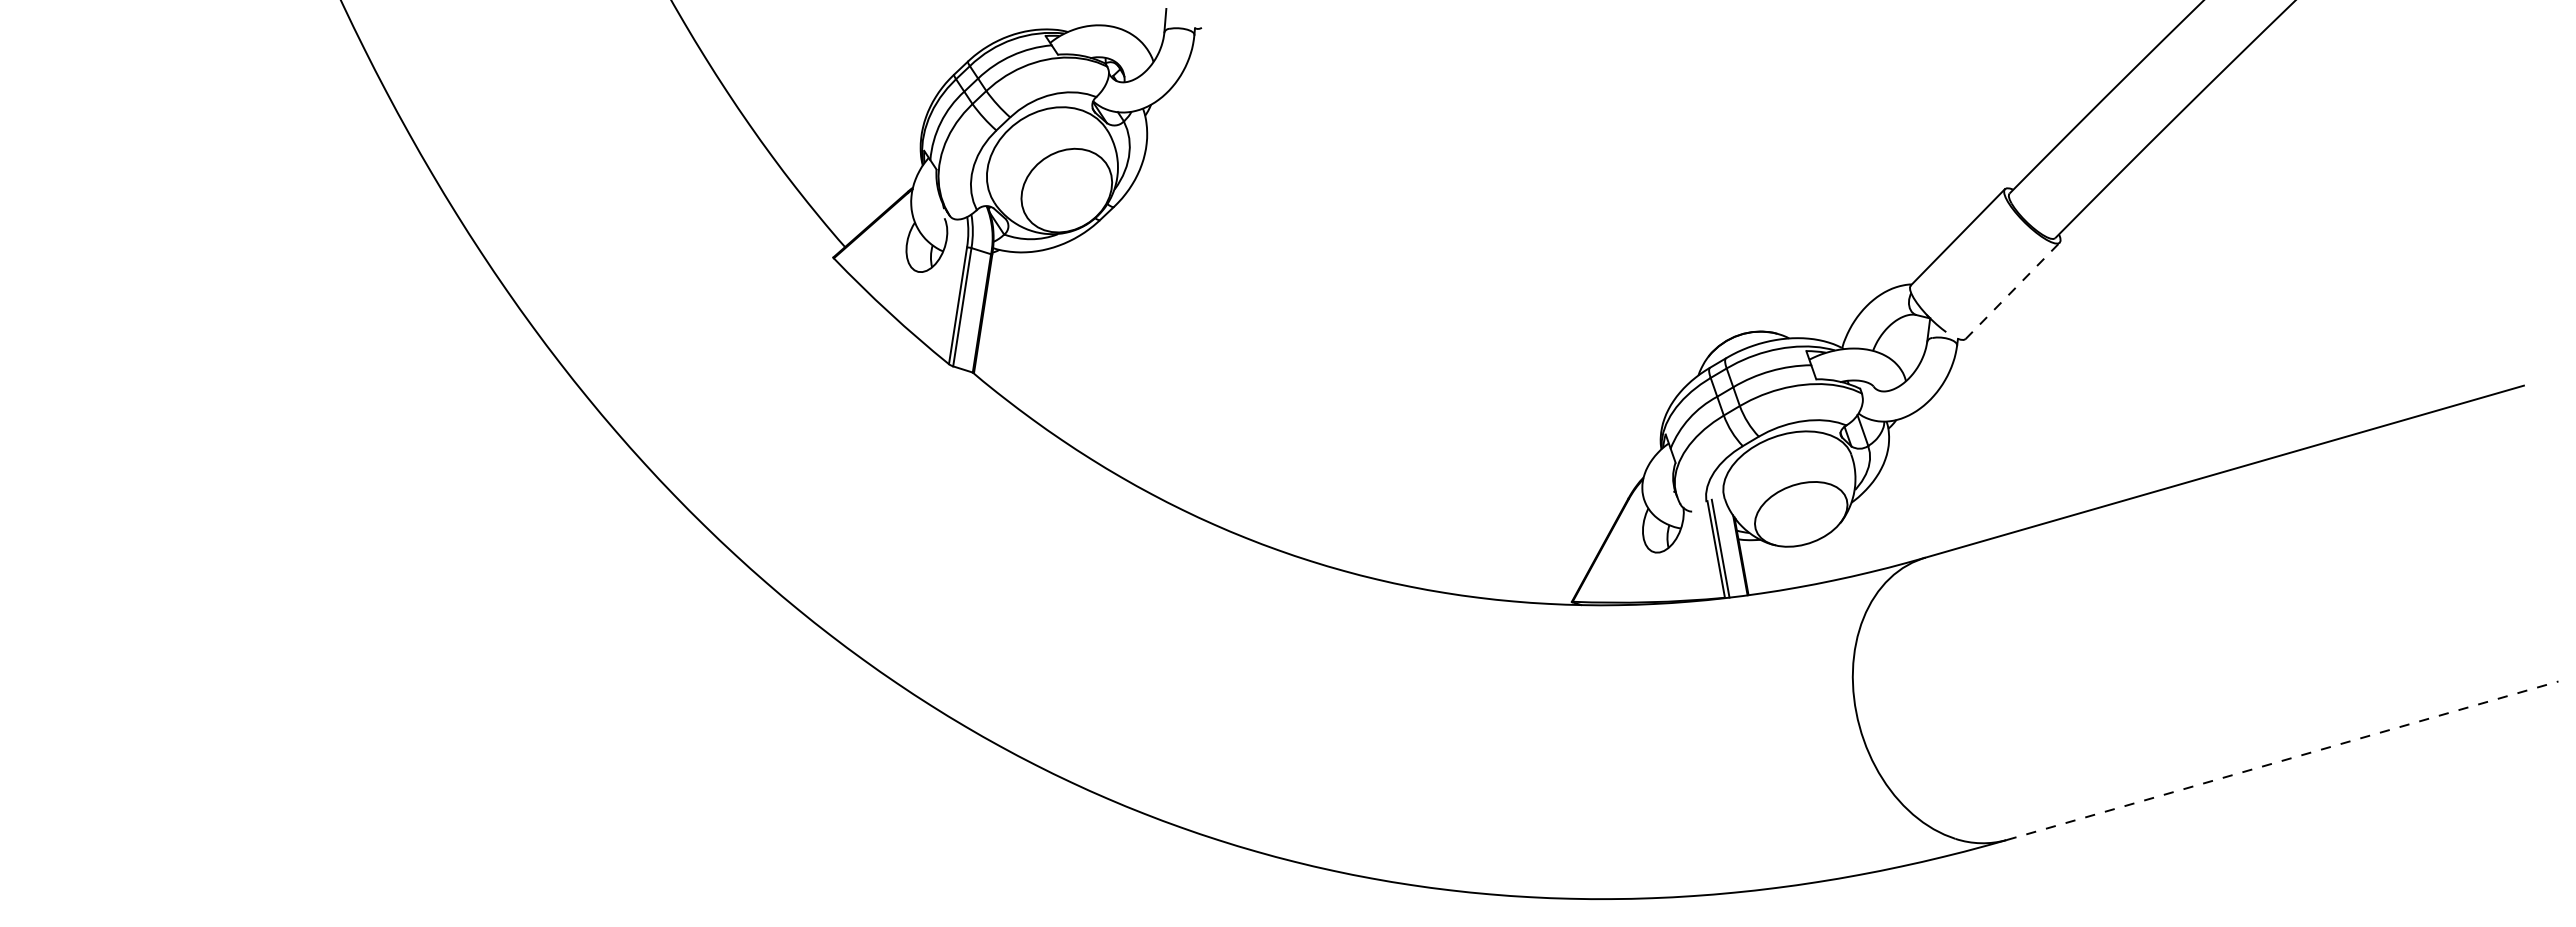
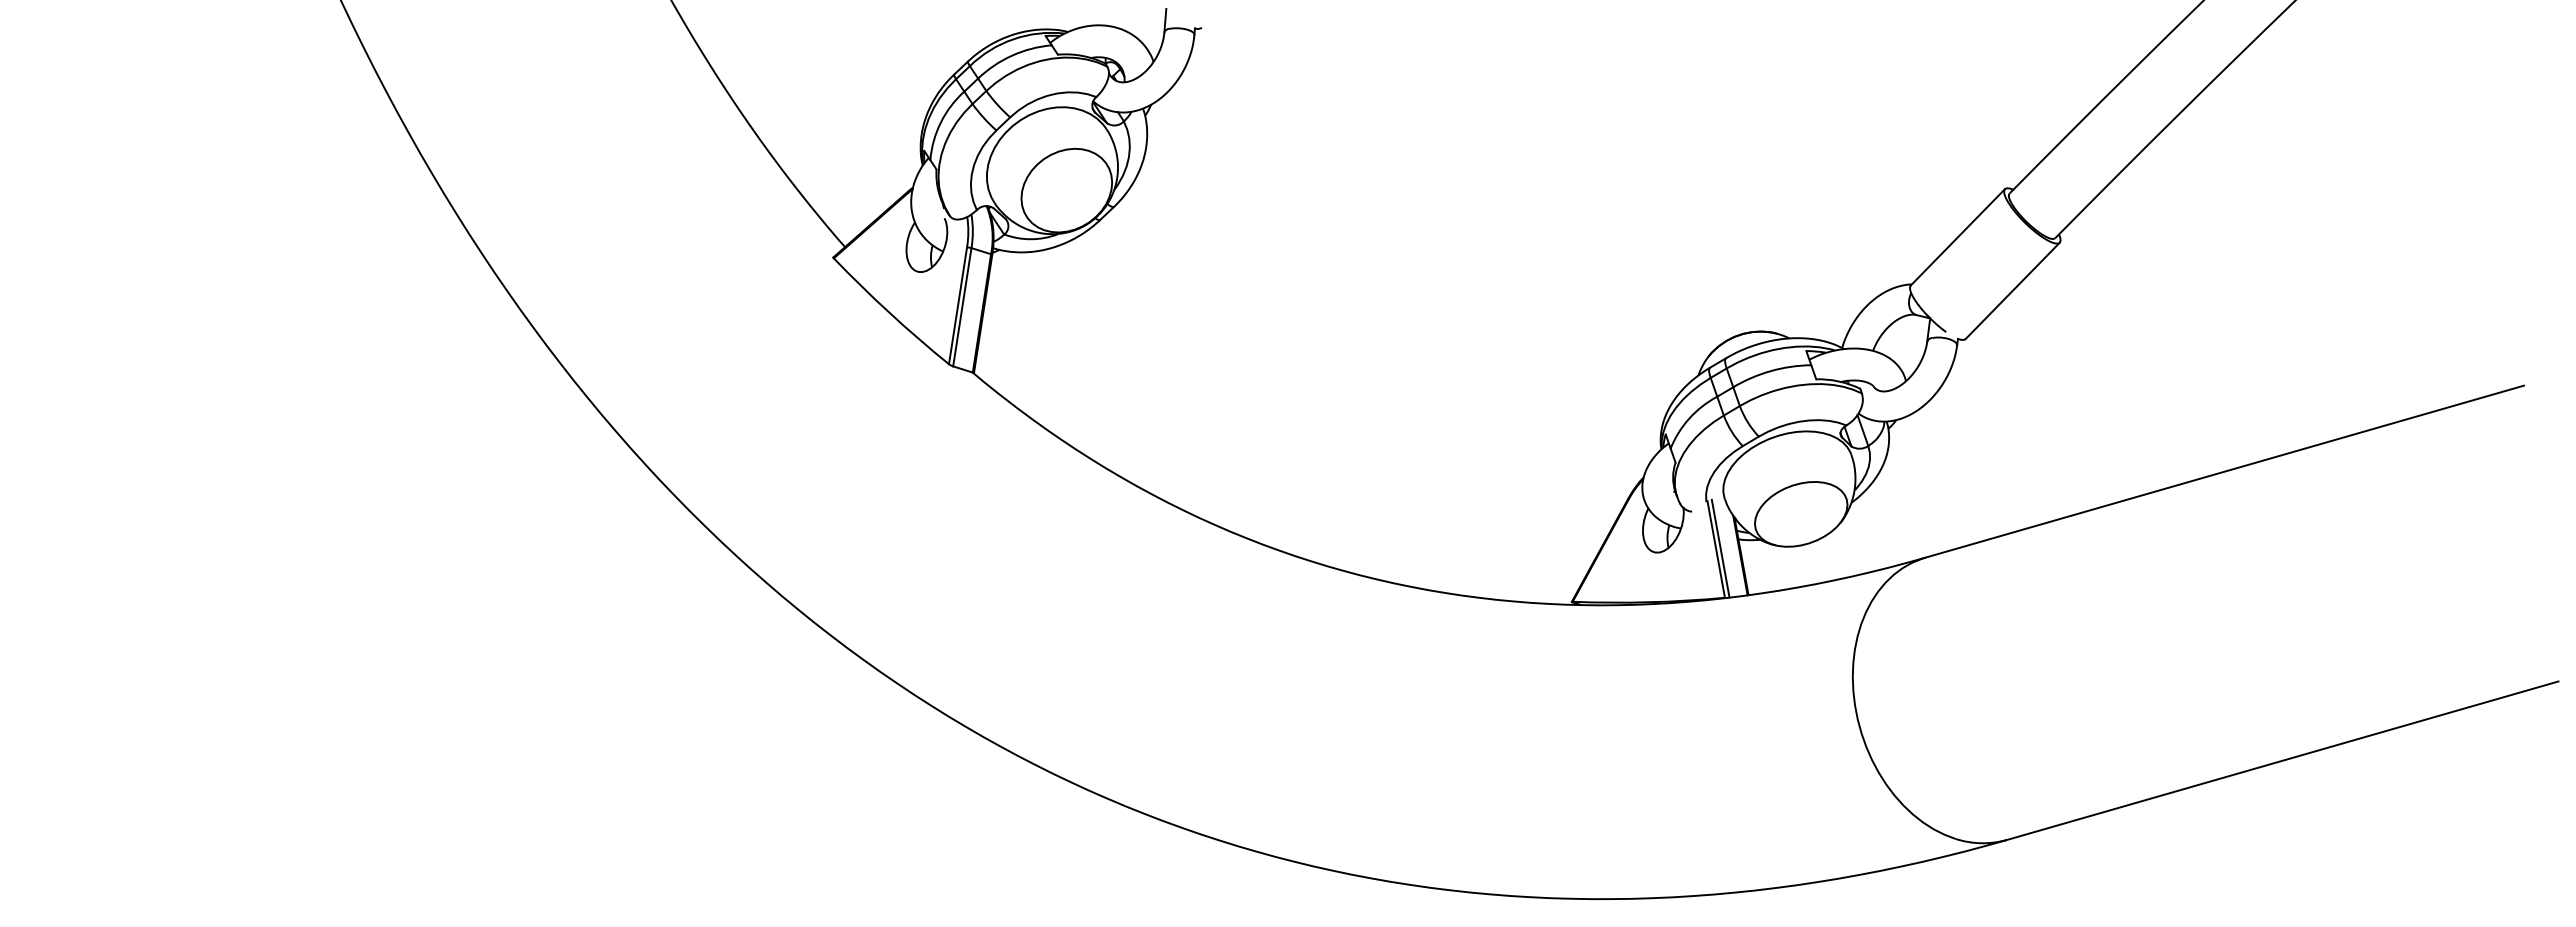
line at (2013, 290): dashed -> solid
line at (2283, 760): dashed -> solid
